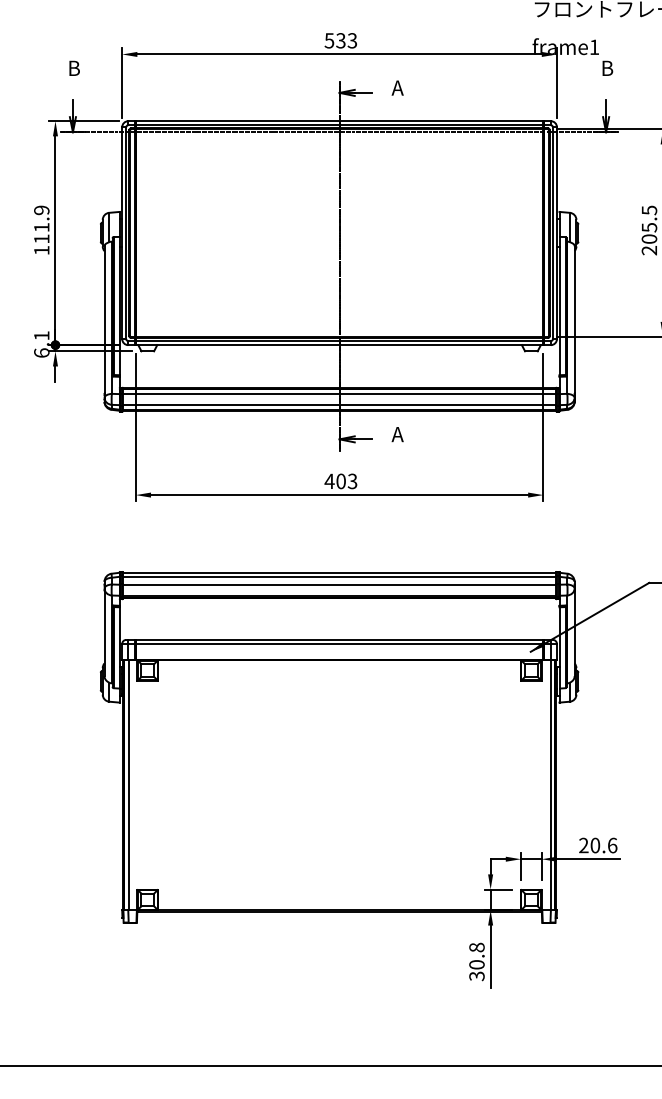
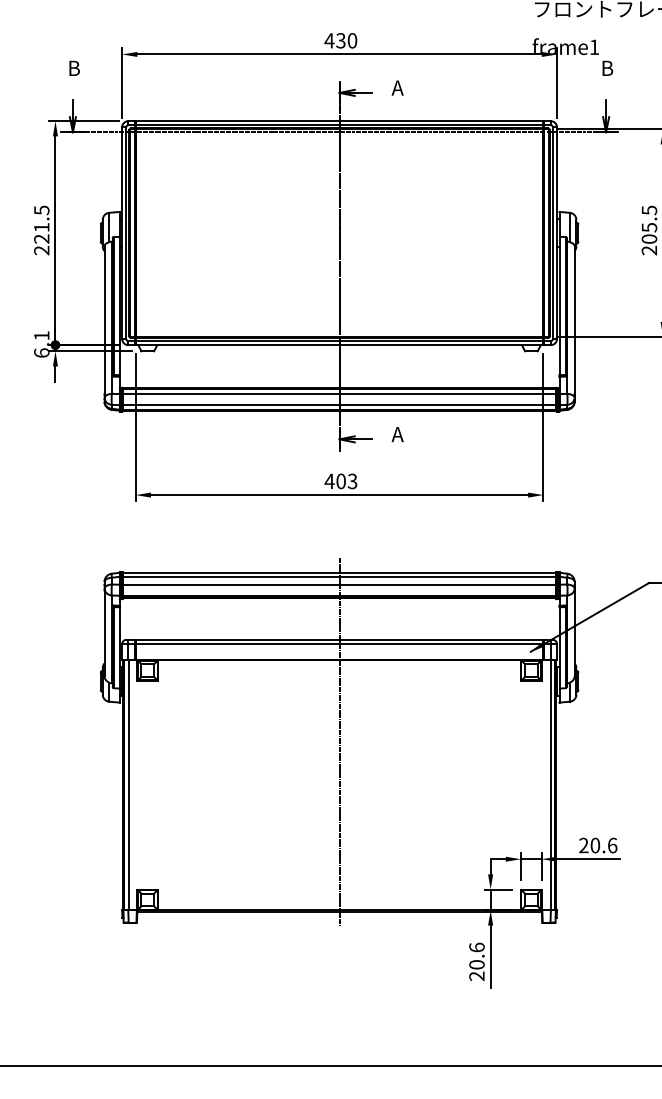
text at (340, 40): 533 -> 430
text at (41, 230): 111.9 -> 221.5
line at (339, 742): none -> present
text at (476, 961): 30.8 -> 20.6
